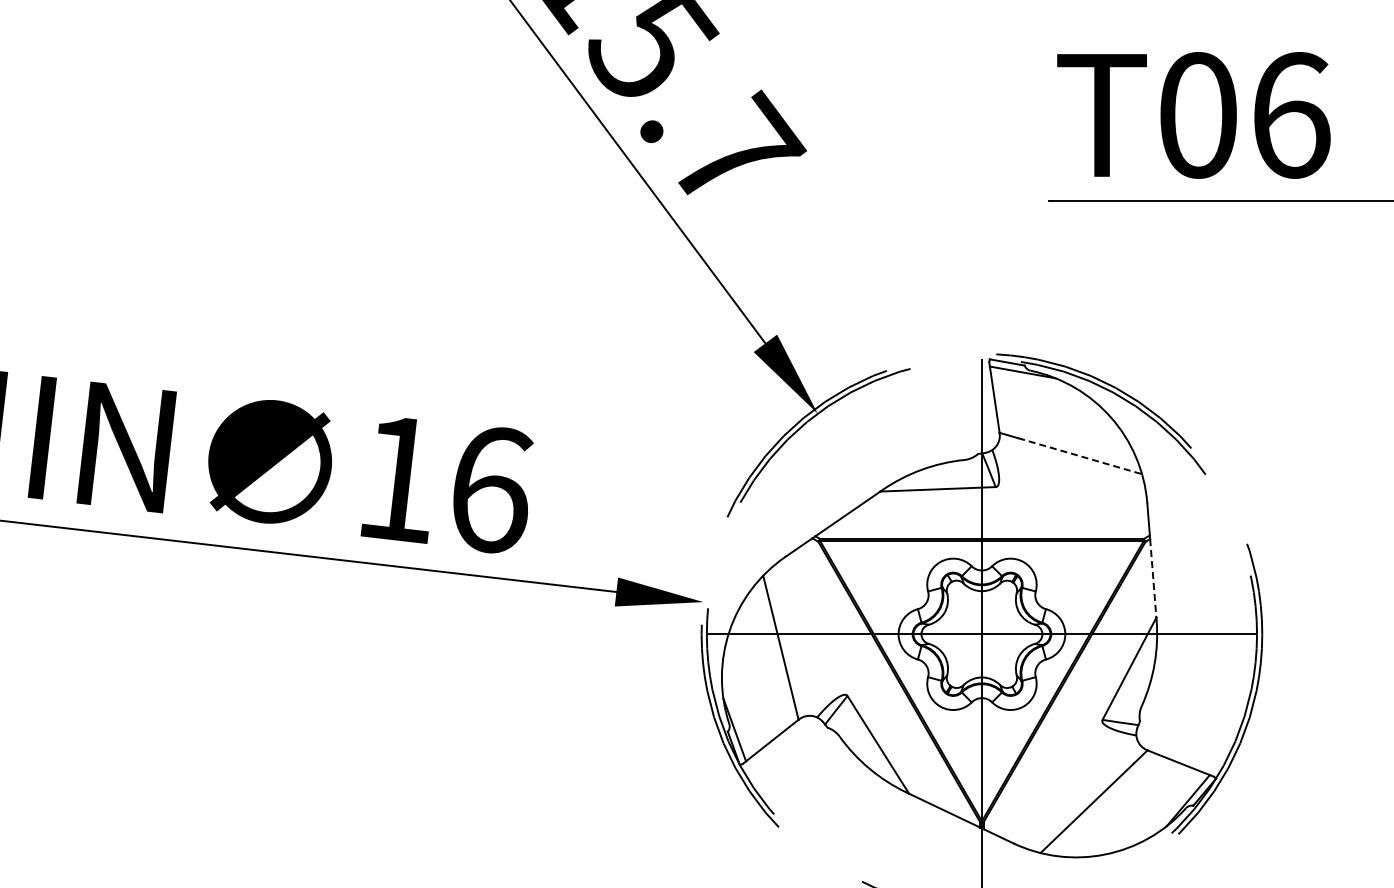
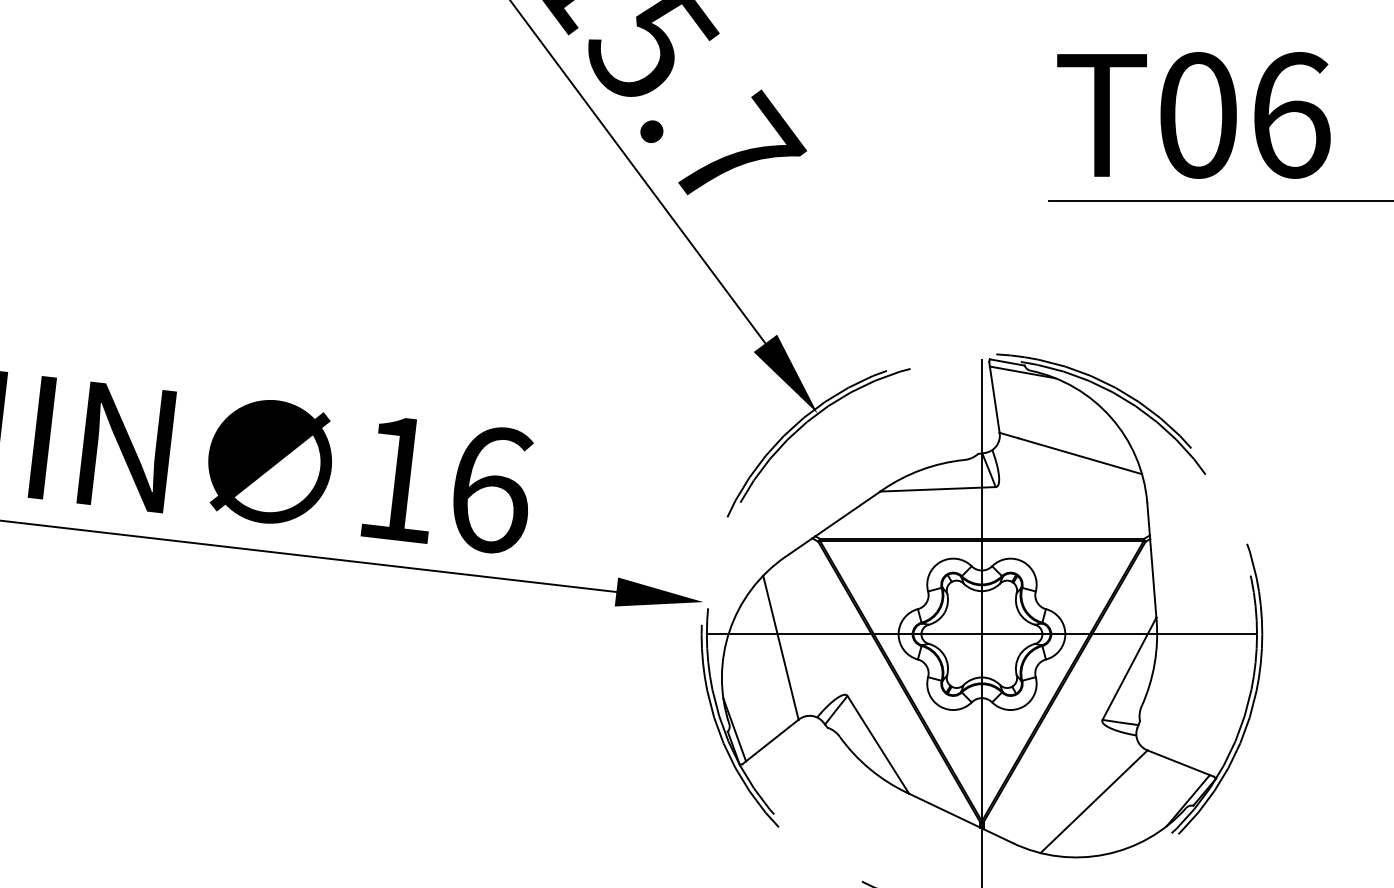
line at (1080, 456): dashed -> solid
line at (1153, 578): dashed -> solid
